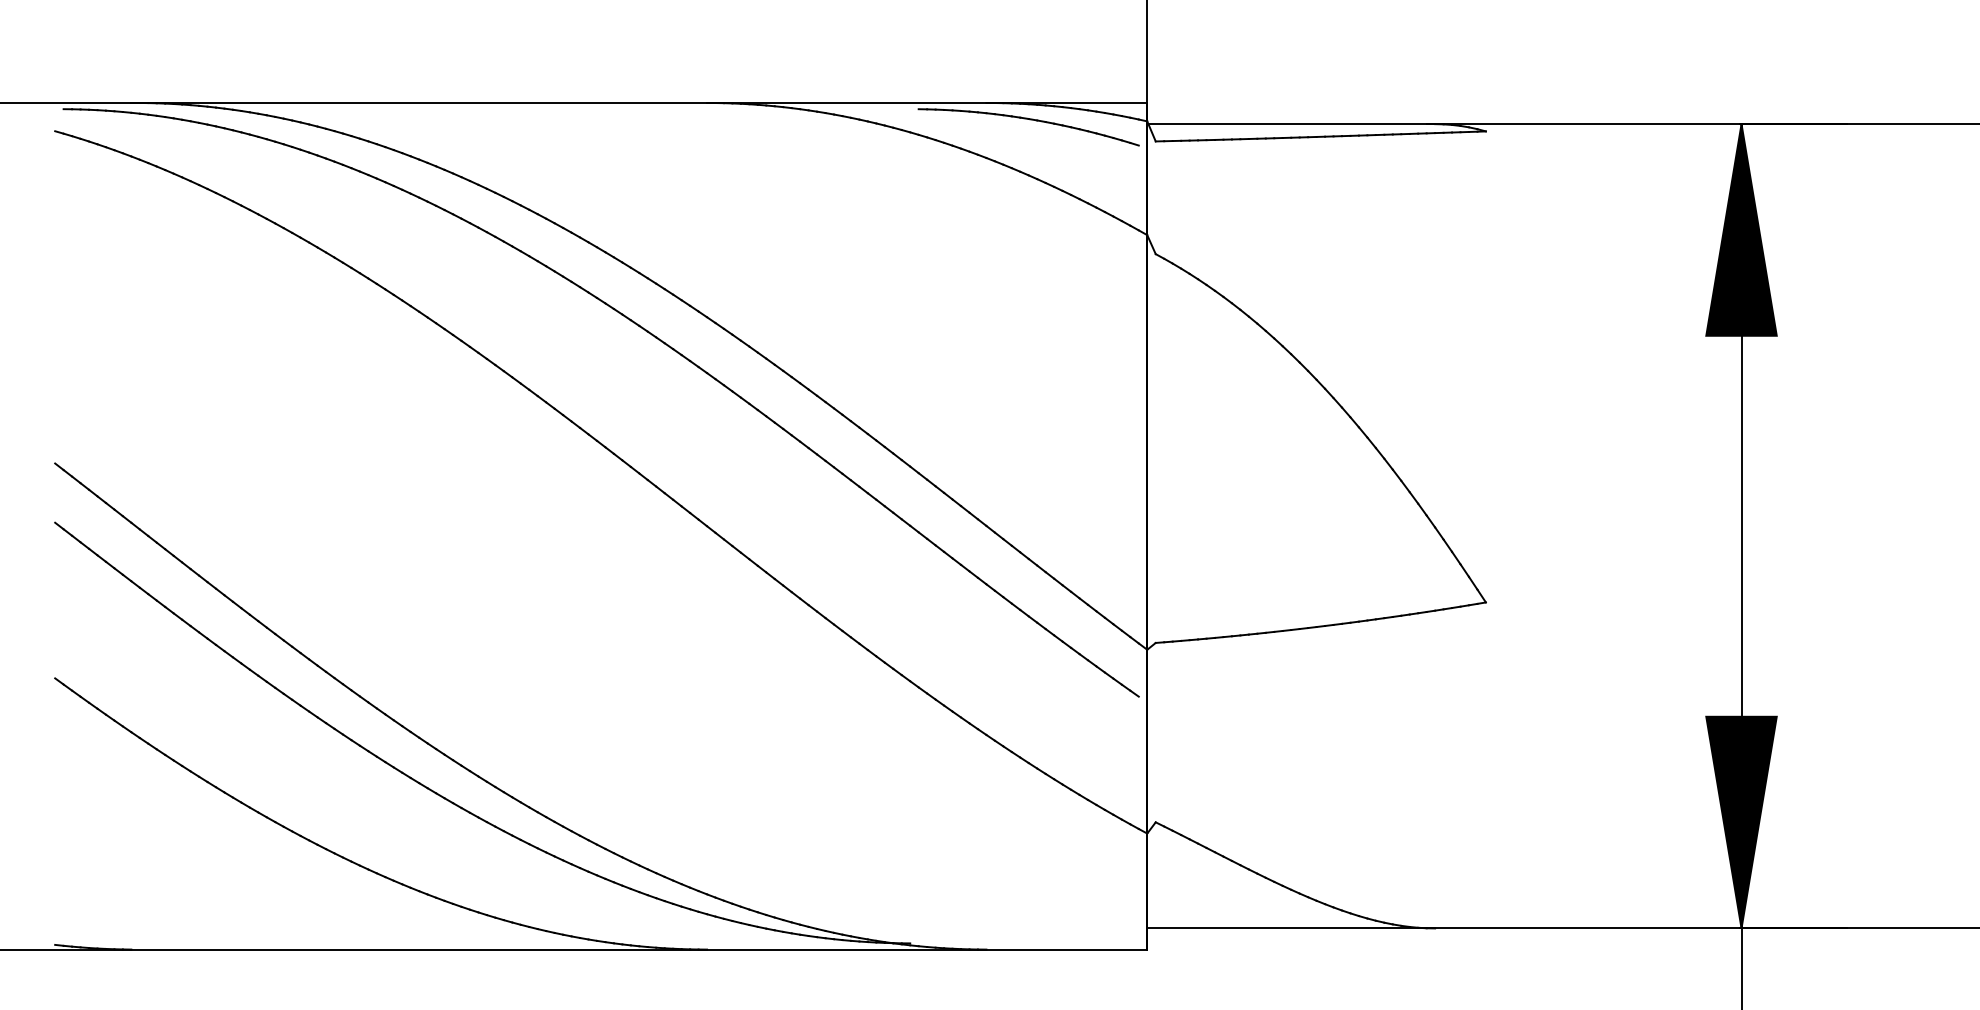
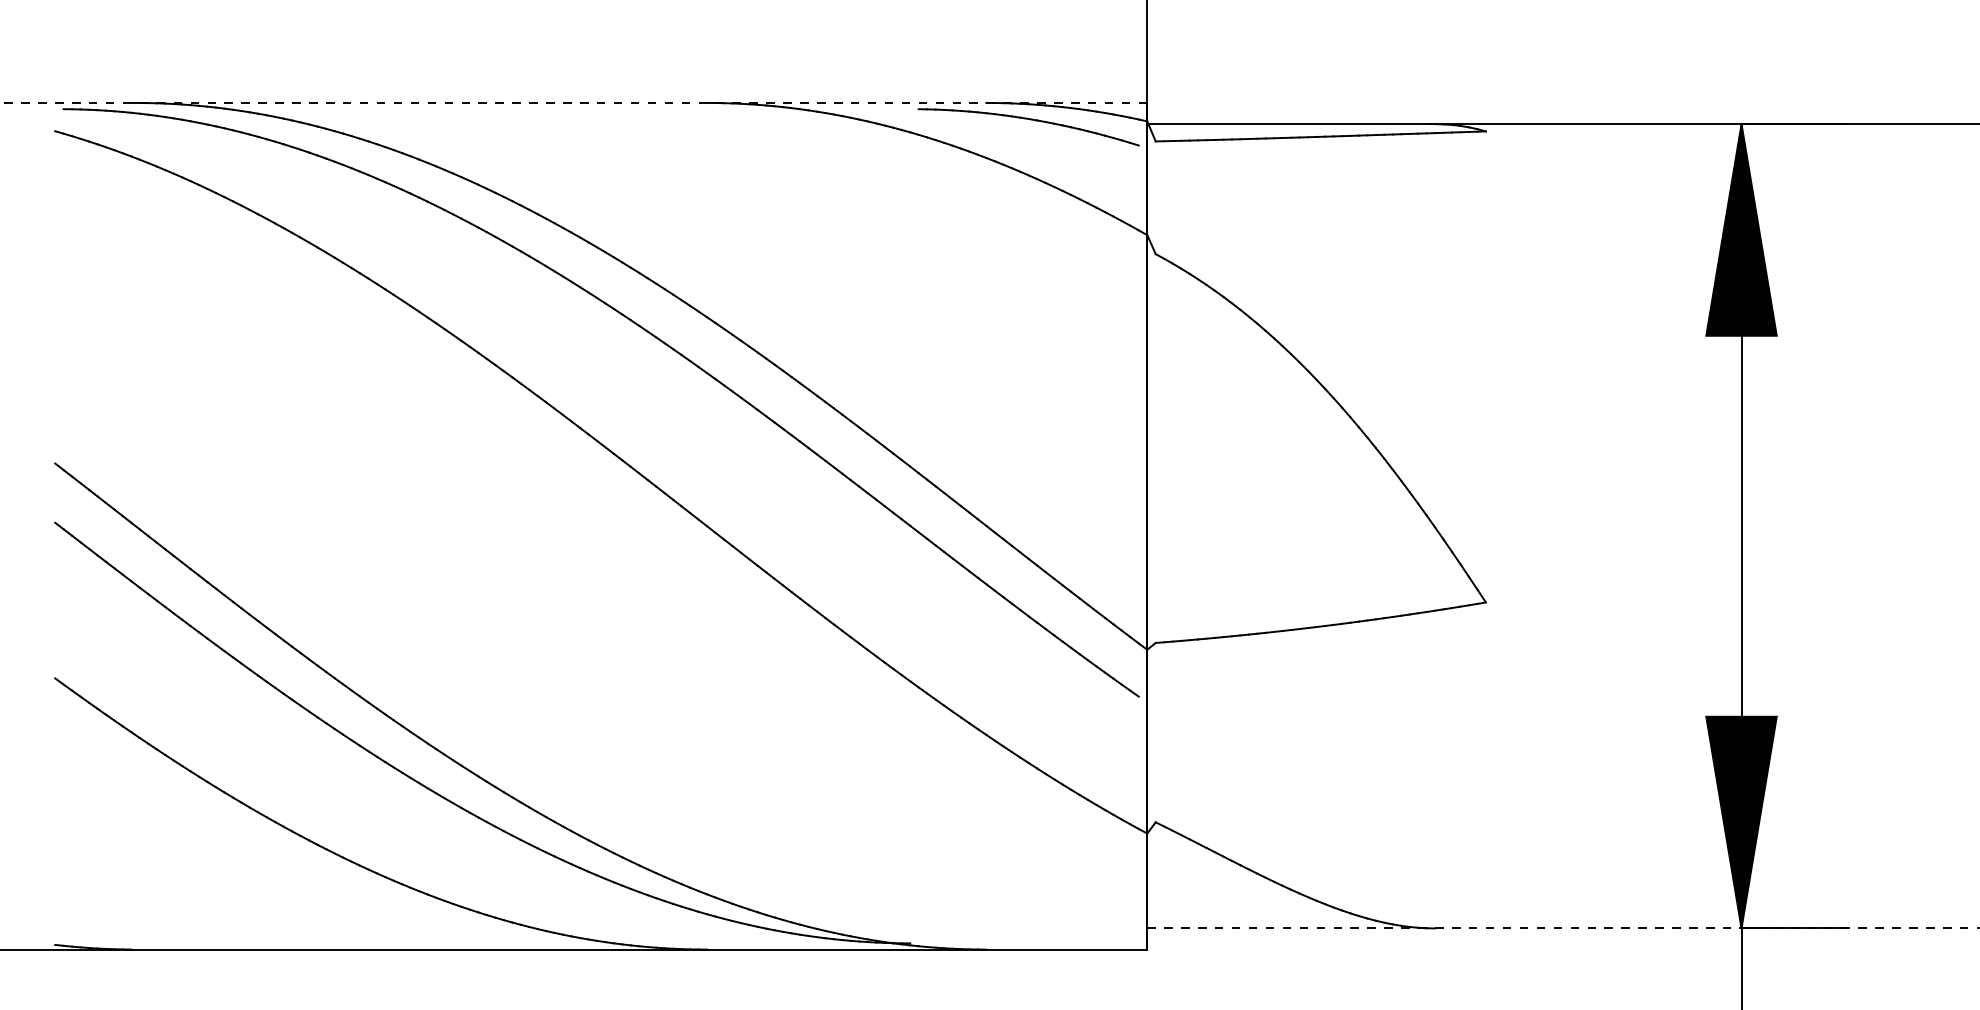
line at (574, 102): solid -> dashed
line at (1564, 928): solid -> dashed
